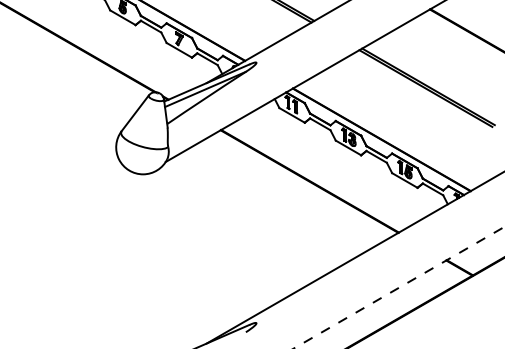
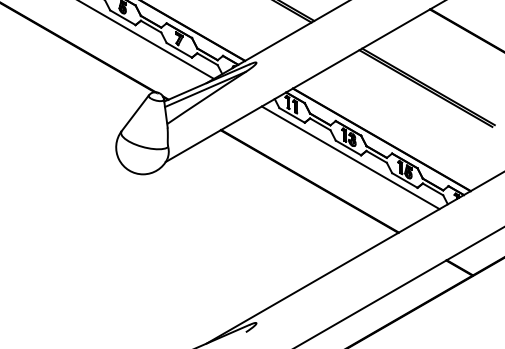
line at (147, 40): none -> present
line at (350, 157): none -> present
line at (399, 287): dashed -> solid
